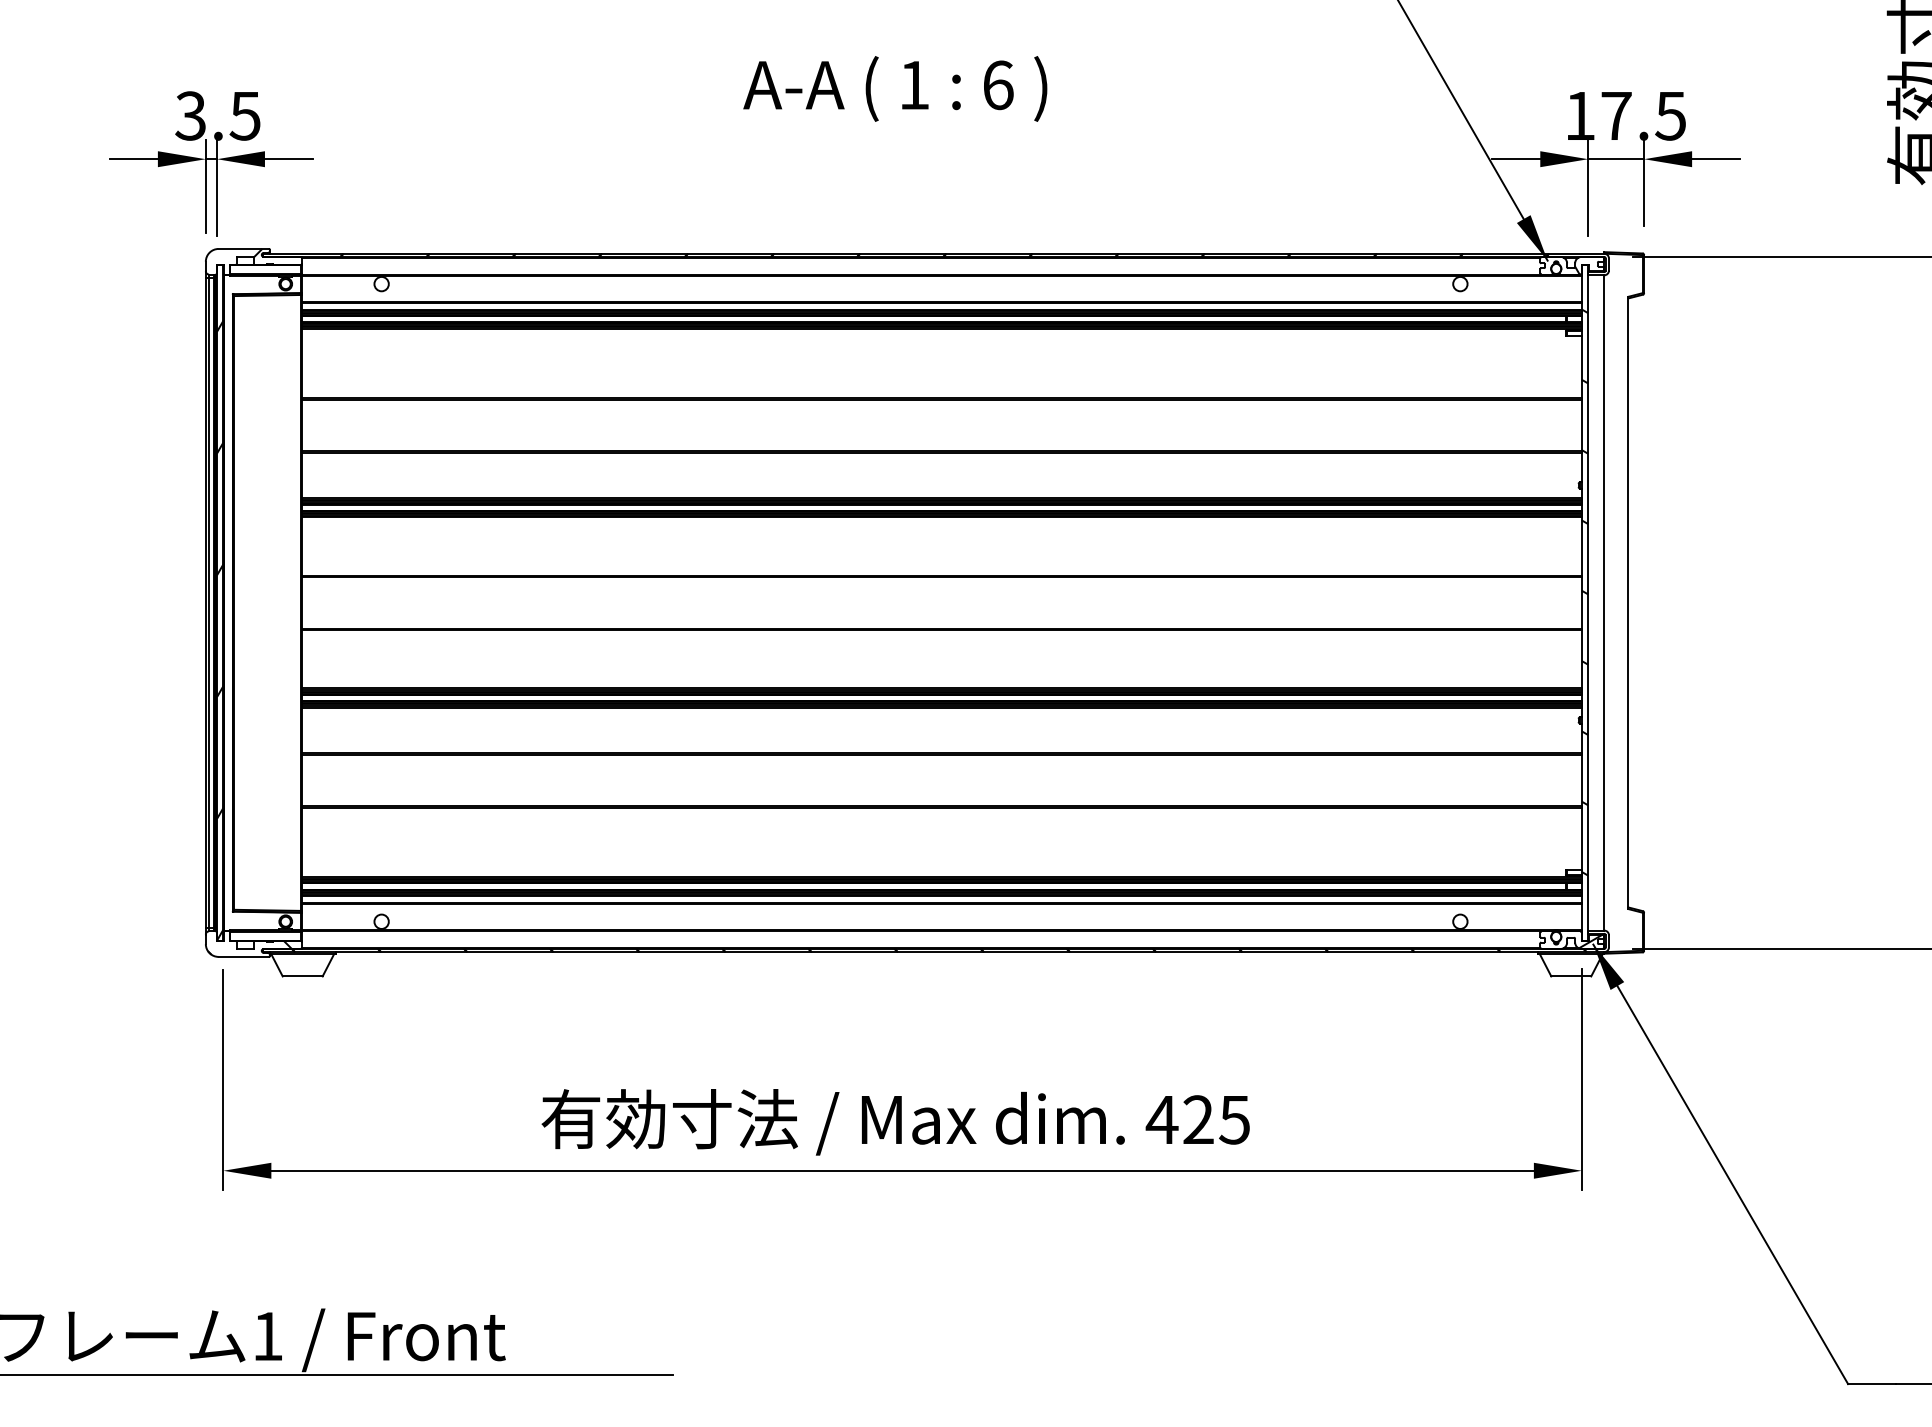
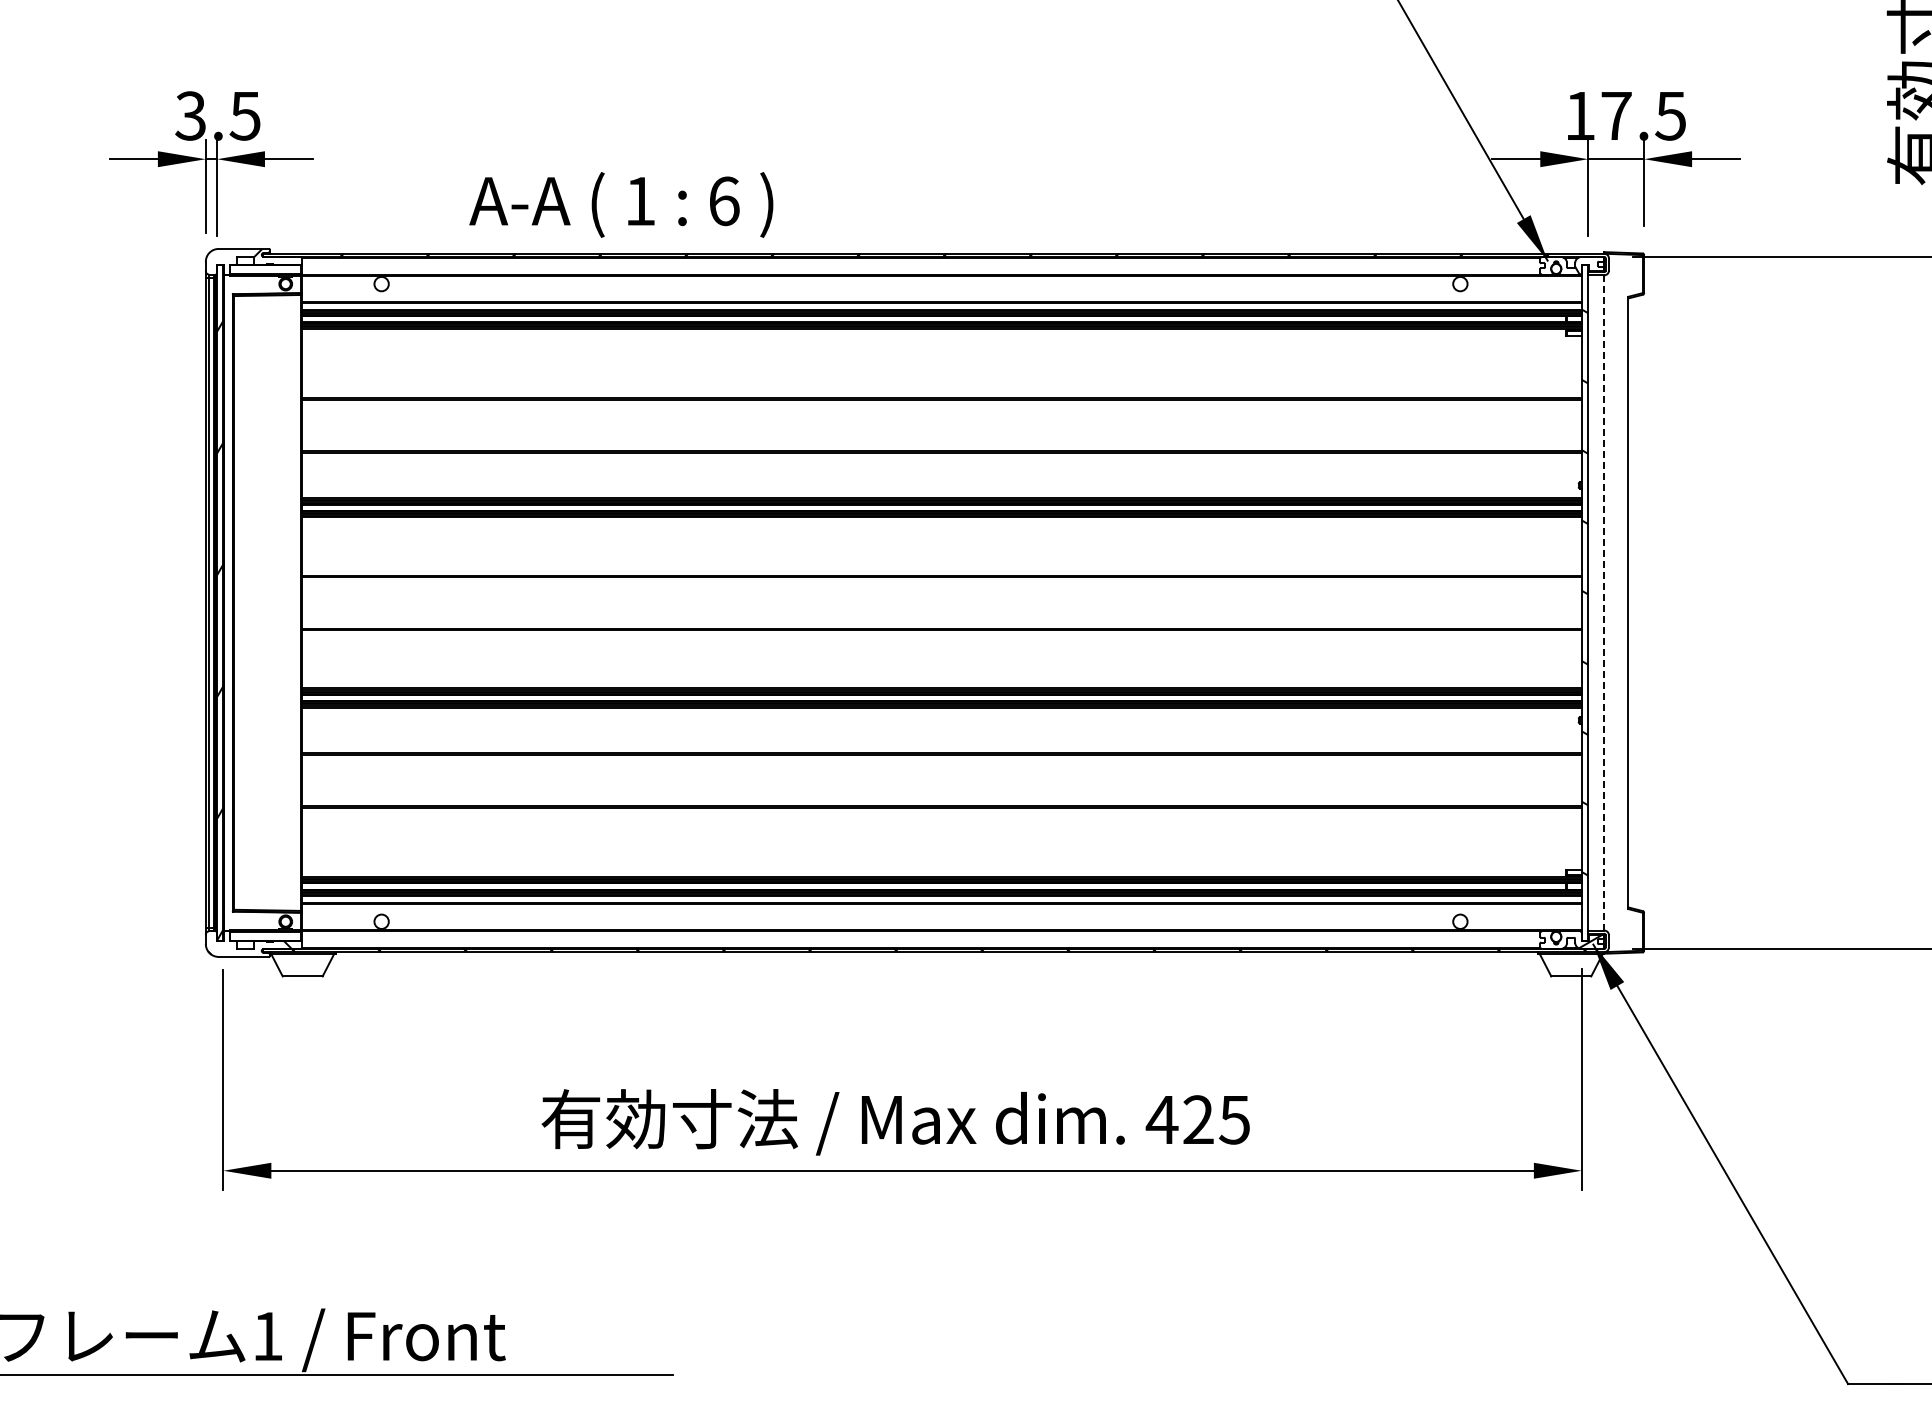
text at (895, 88) position: (895, 88) -> (621, 204)
line at (1604, 602): solid -> dashed
